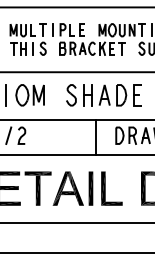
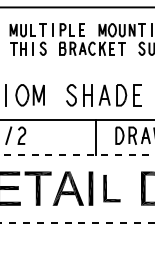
line at (76, 72): present -> none
line at (77, 154): solid -> dashed
part at (111, 188) size: 22x35 px -> 18x28 px
line at (77, 222): solid -> dashed
line at (76, 253): present -> none
